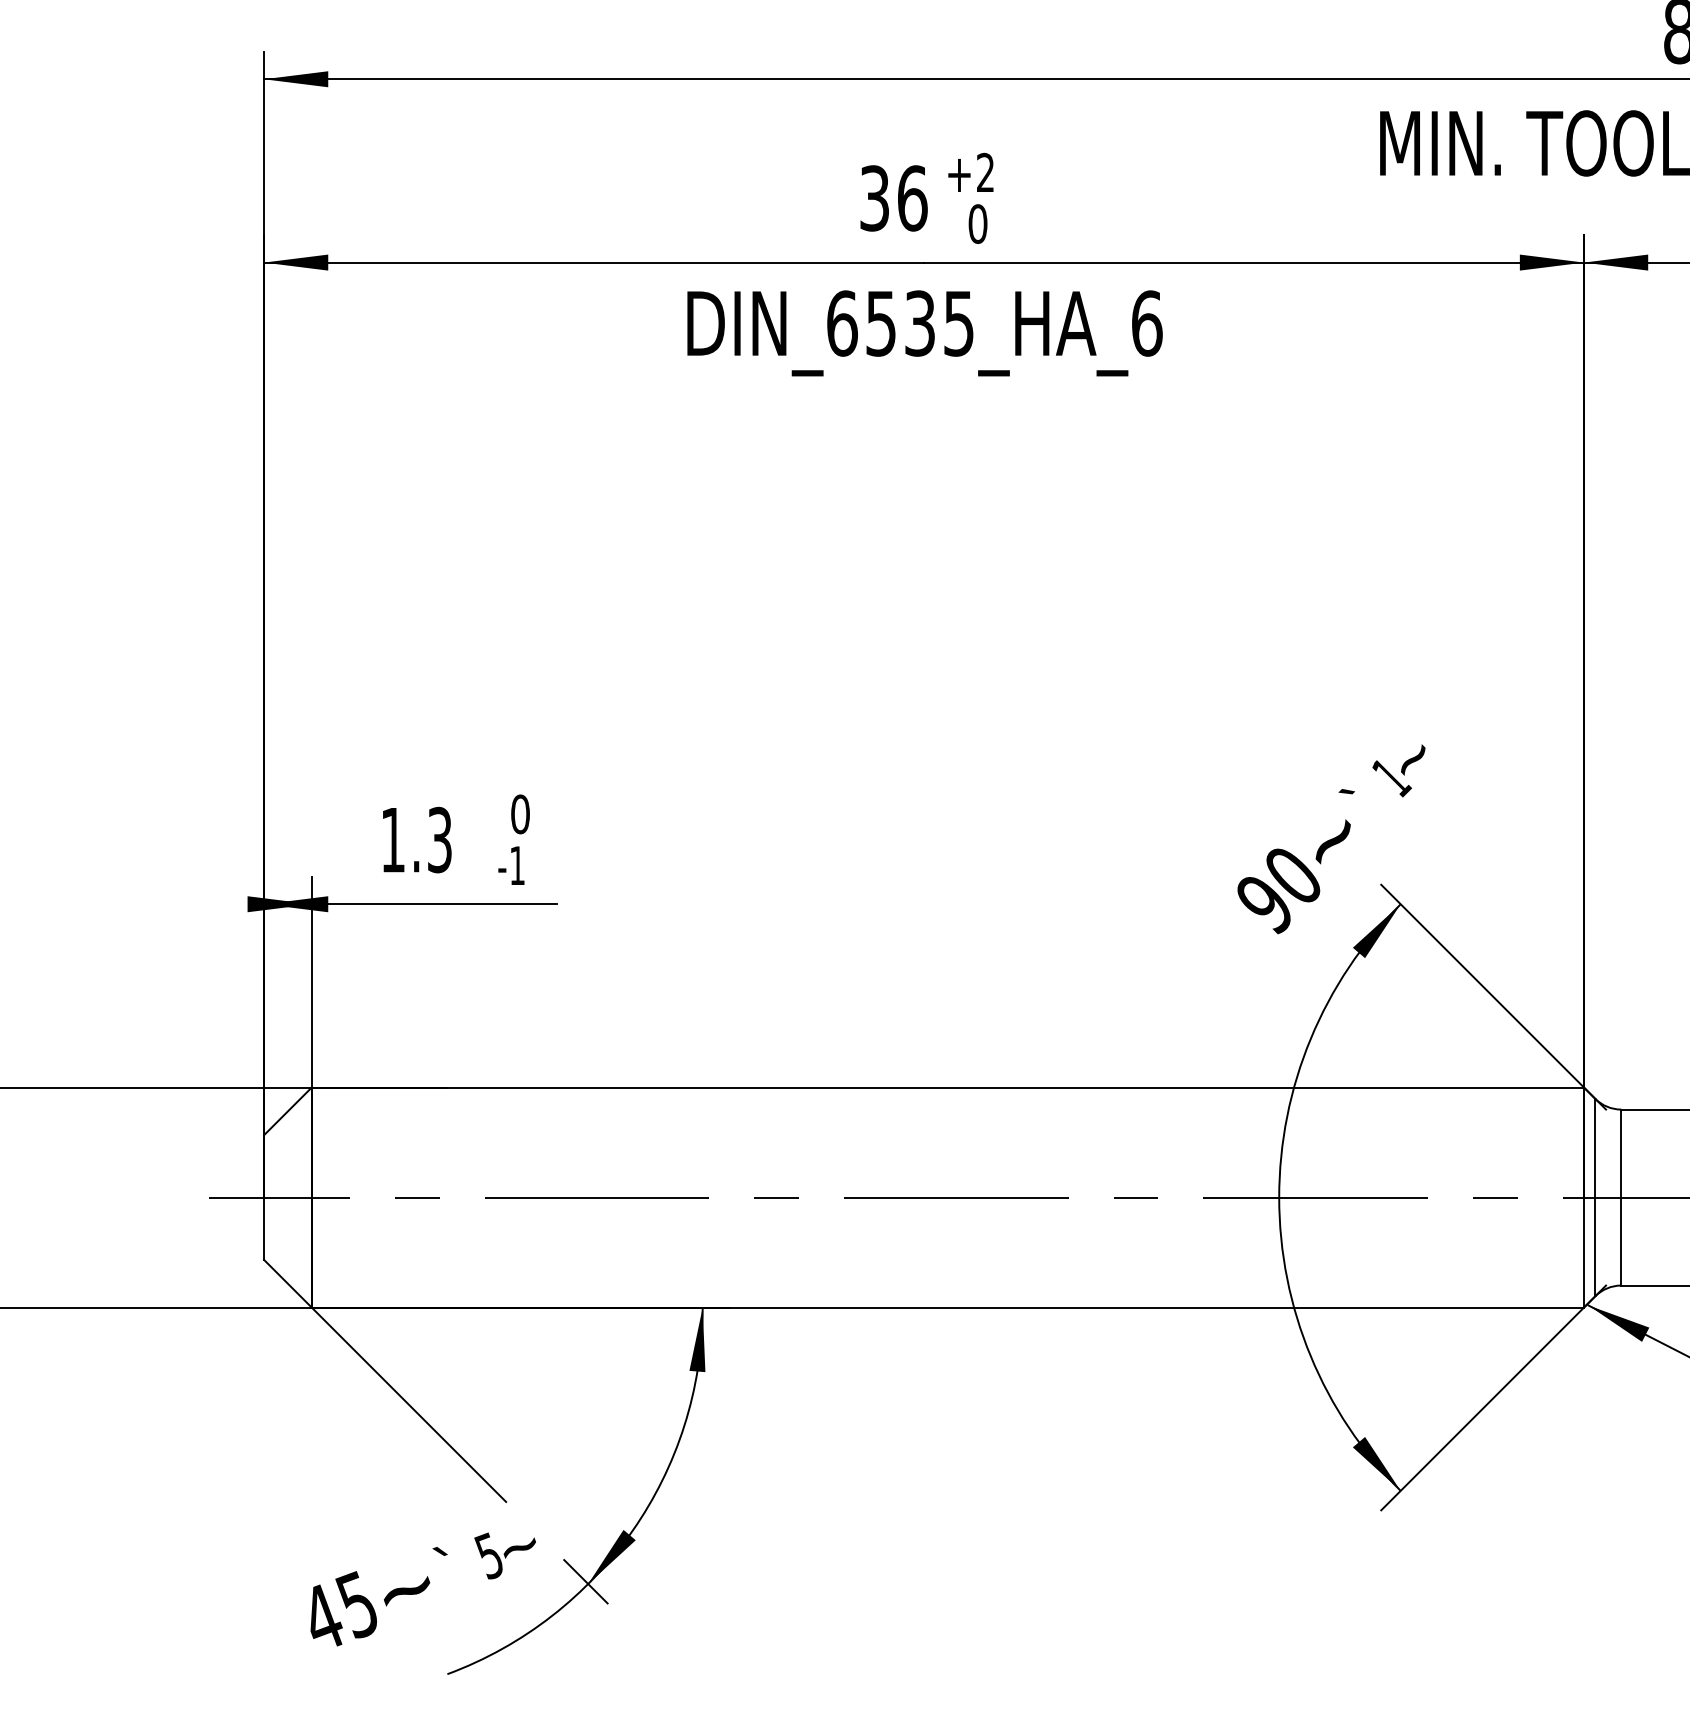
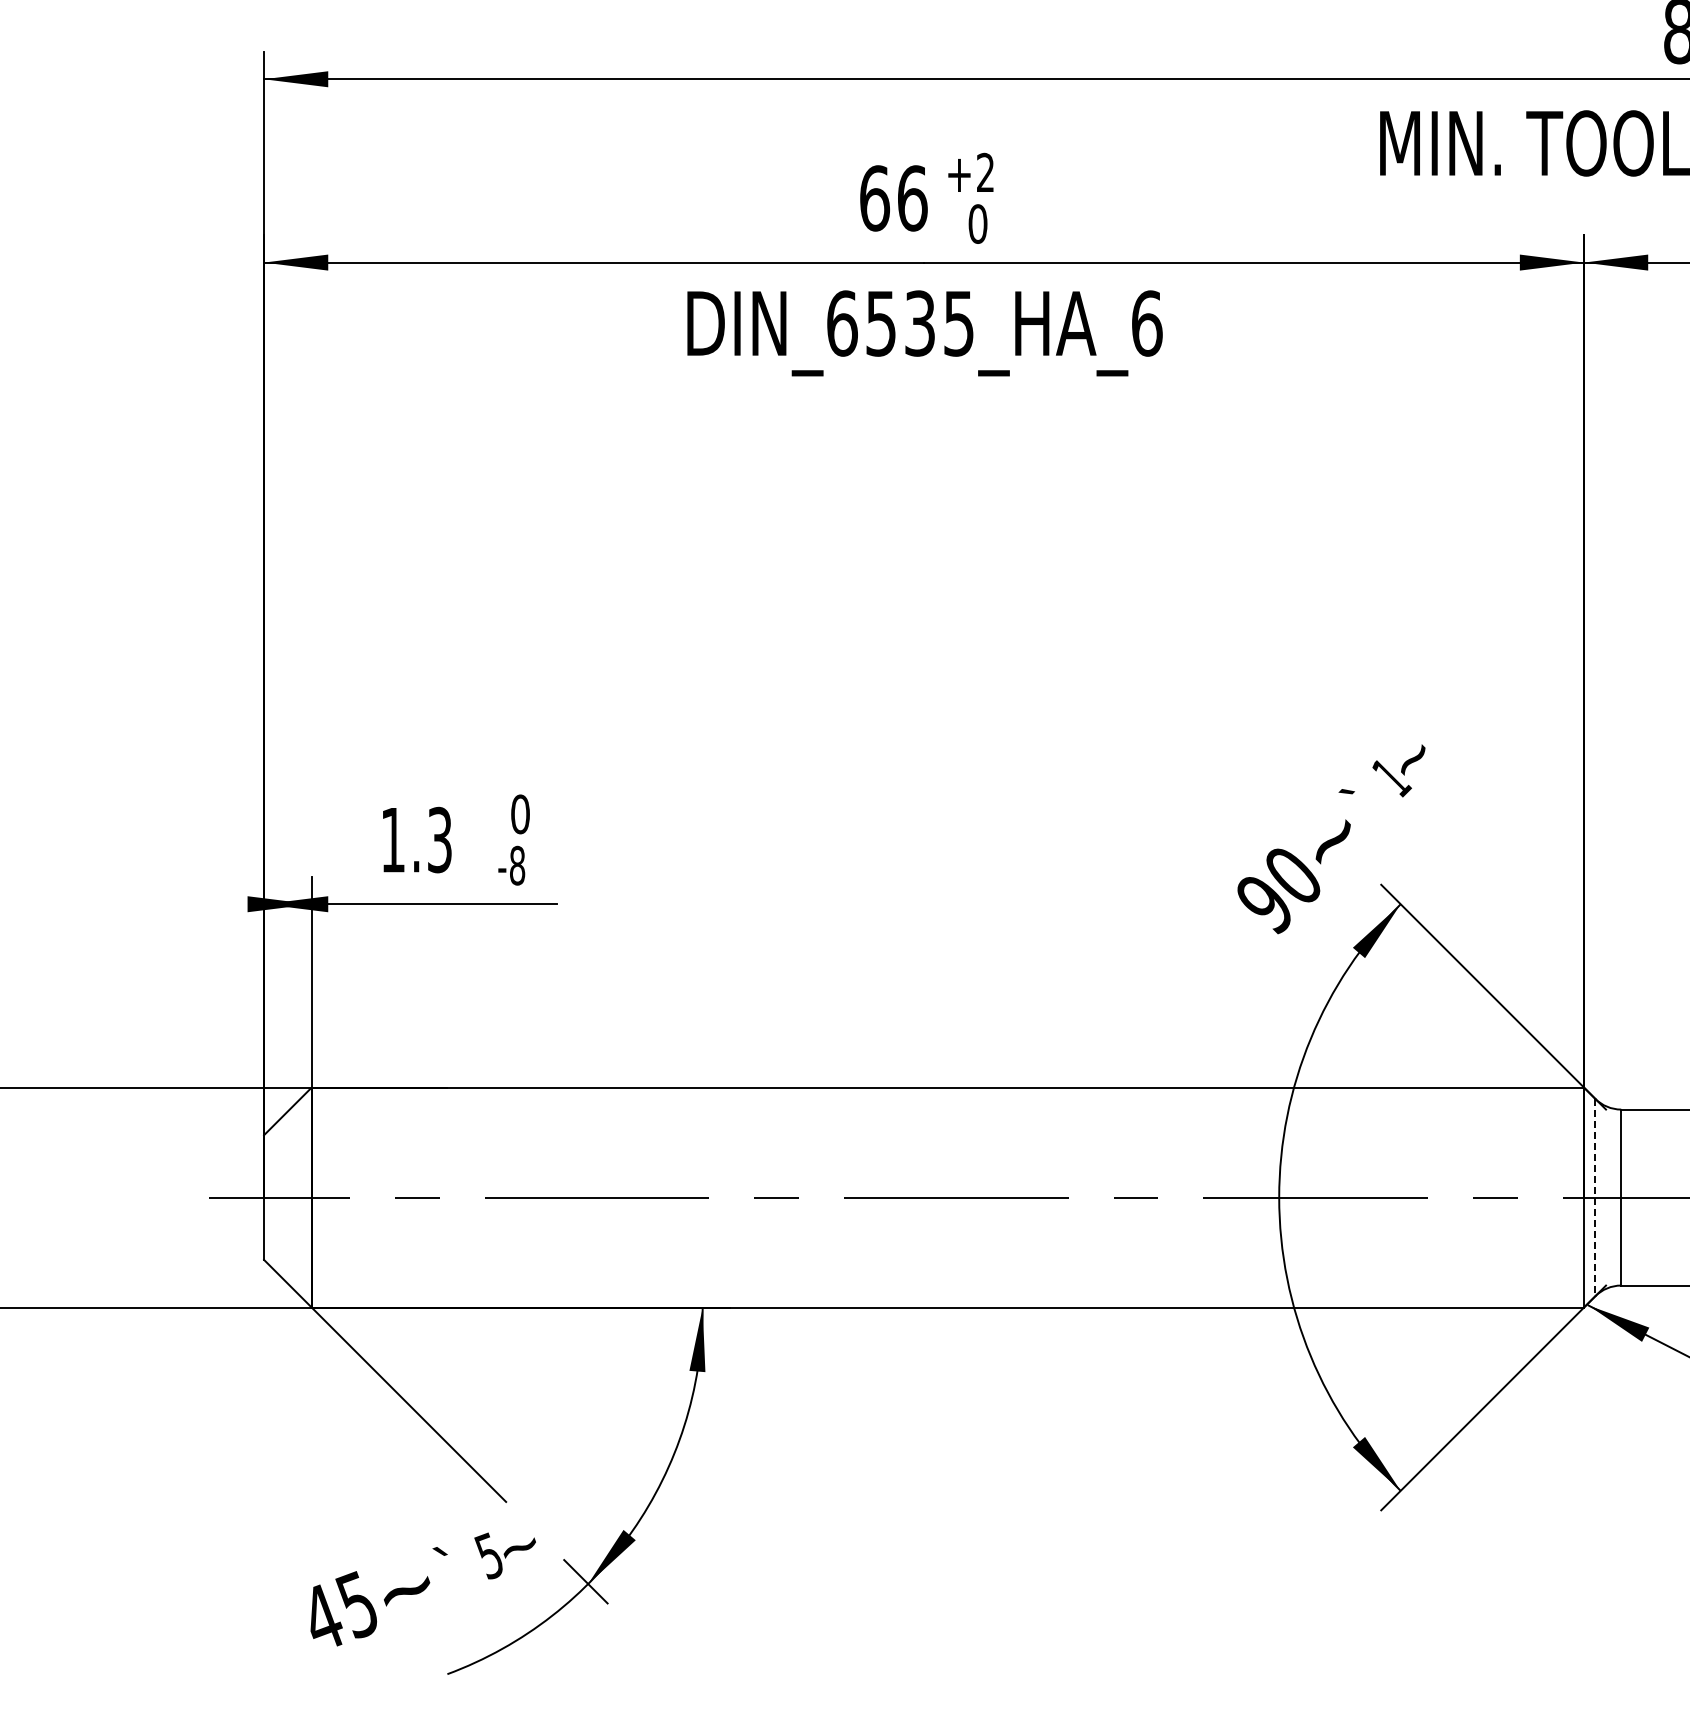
text at (874, 198): 36 -> 66
text at (517, 865): -1 -> -8
line at (1595, 1197): solid -> dashed
